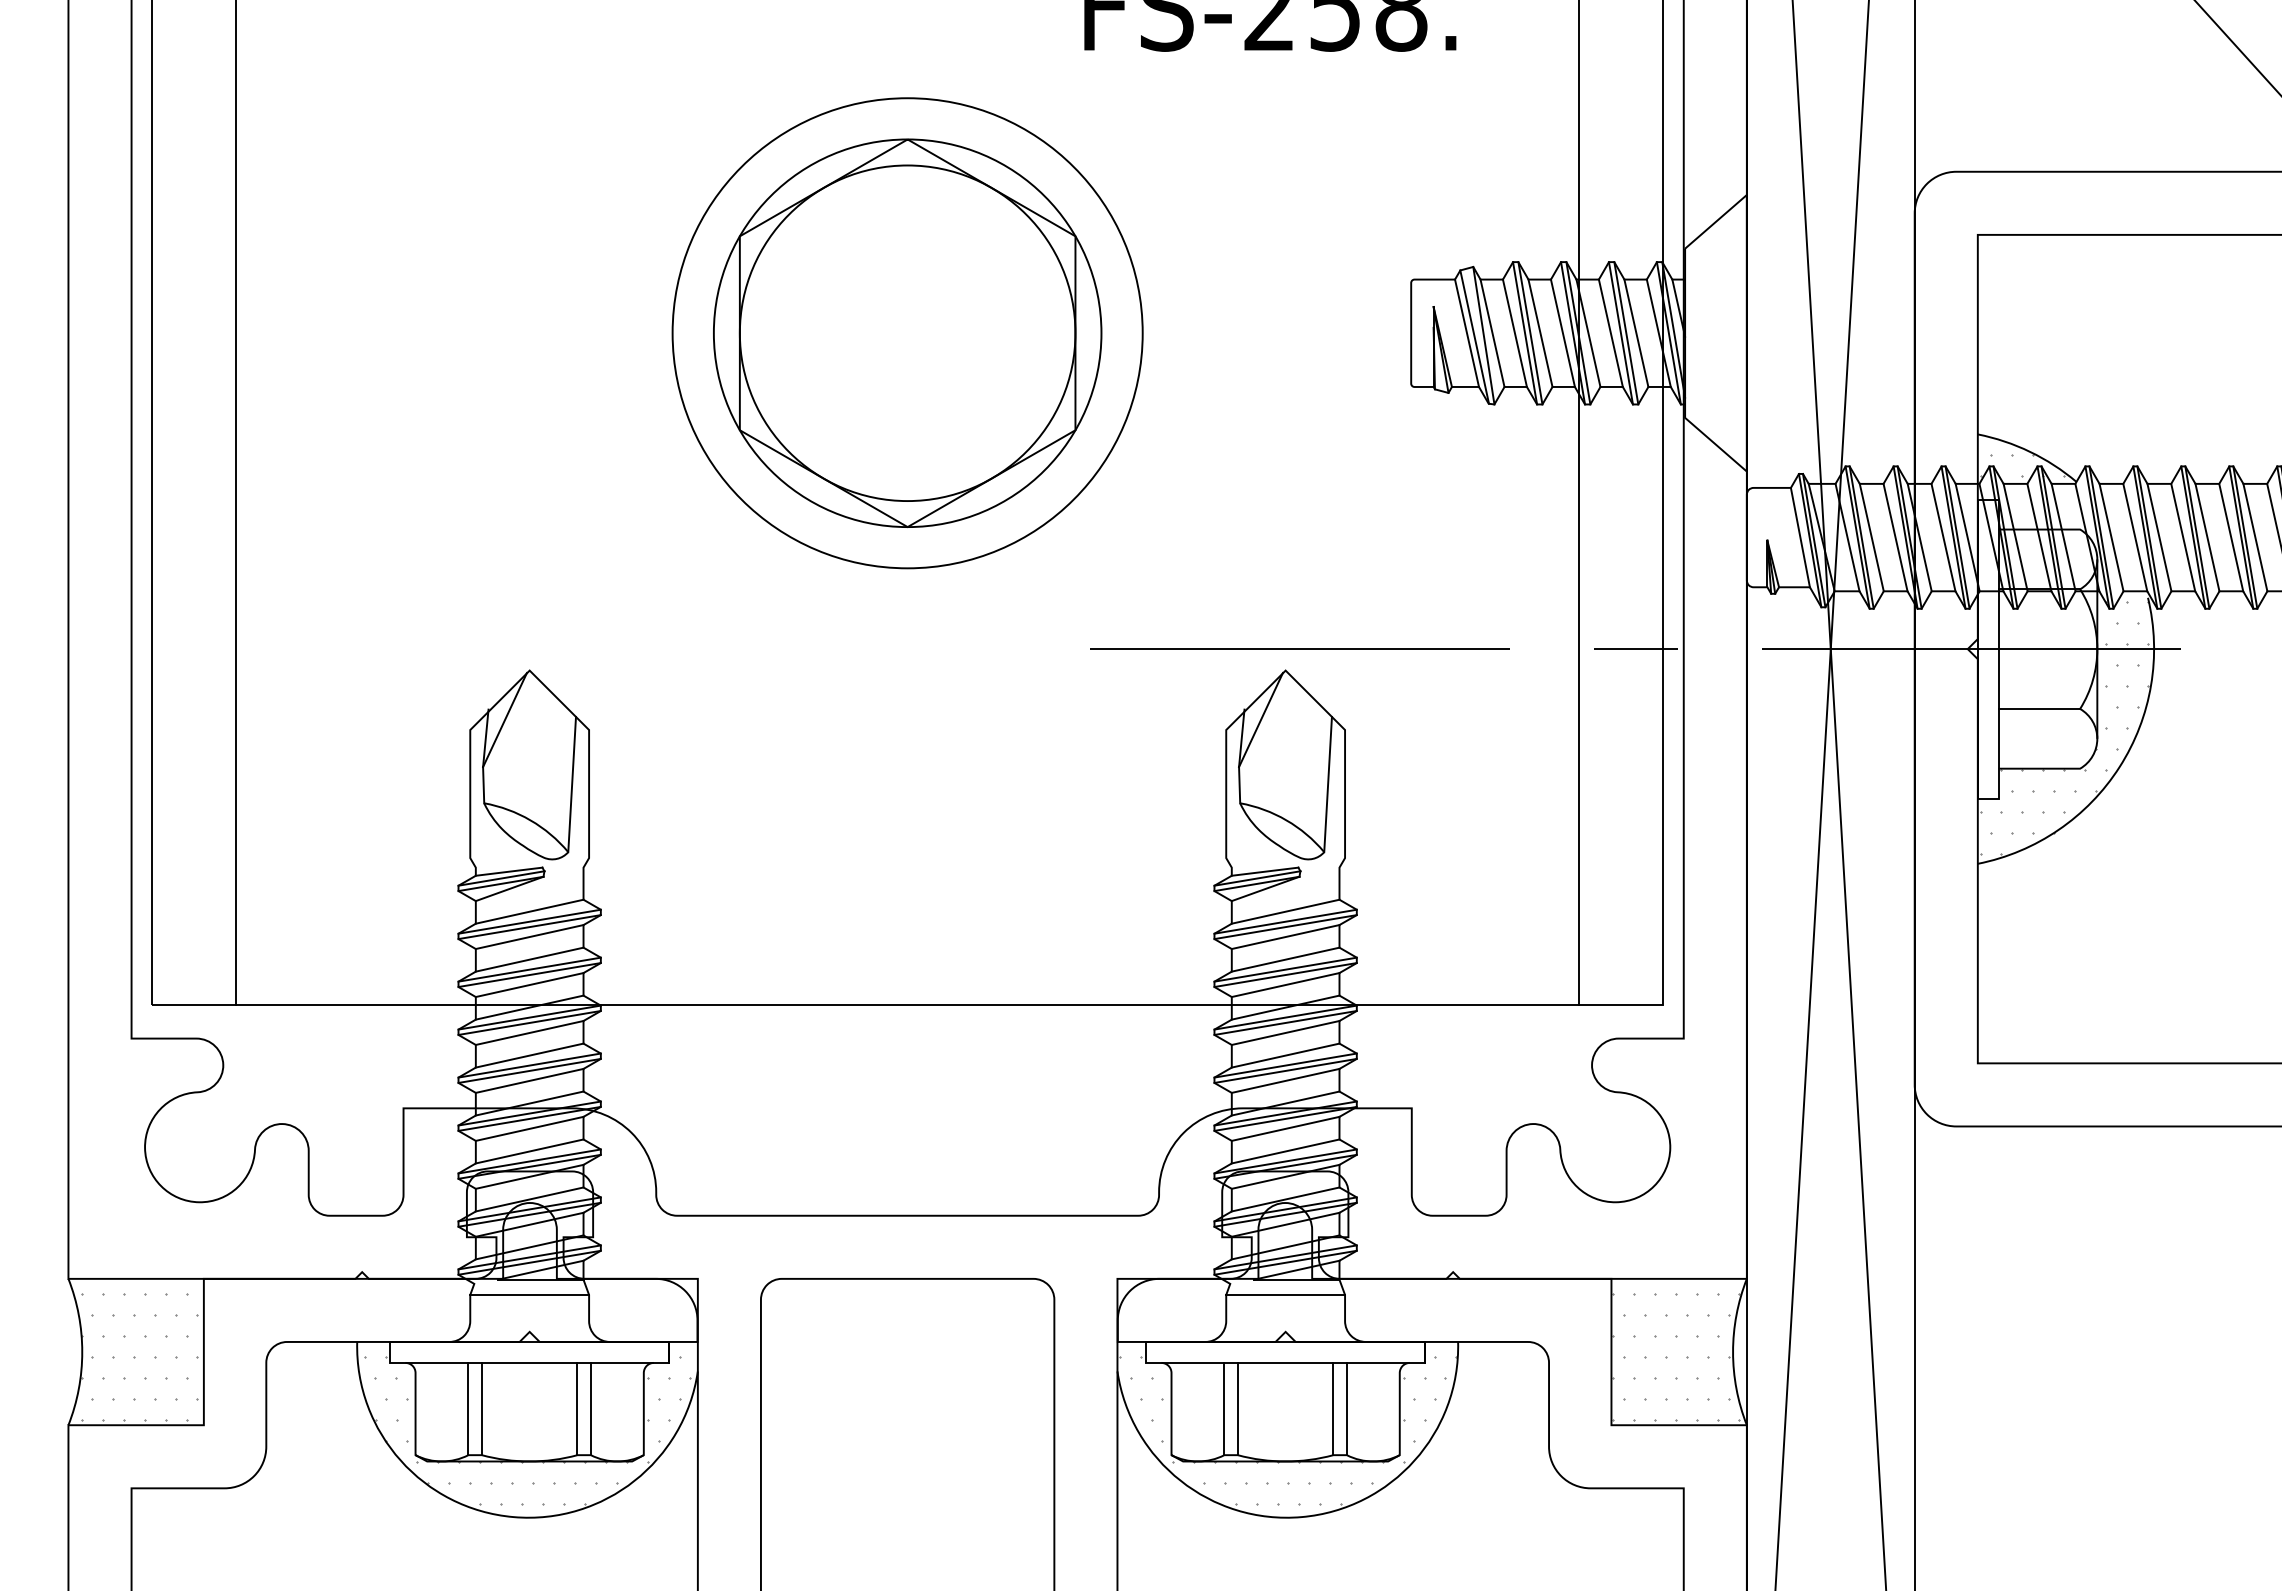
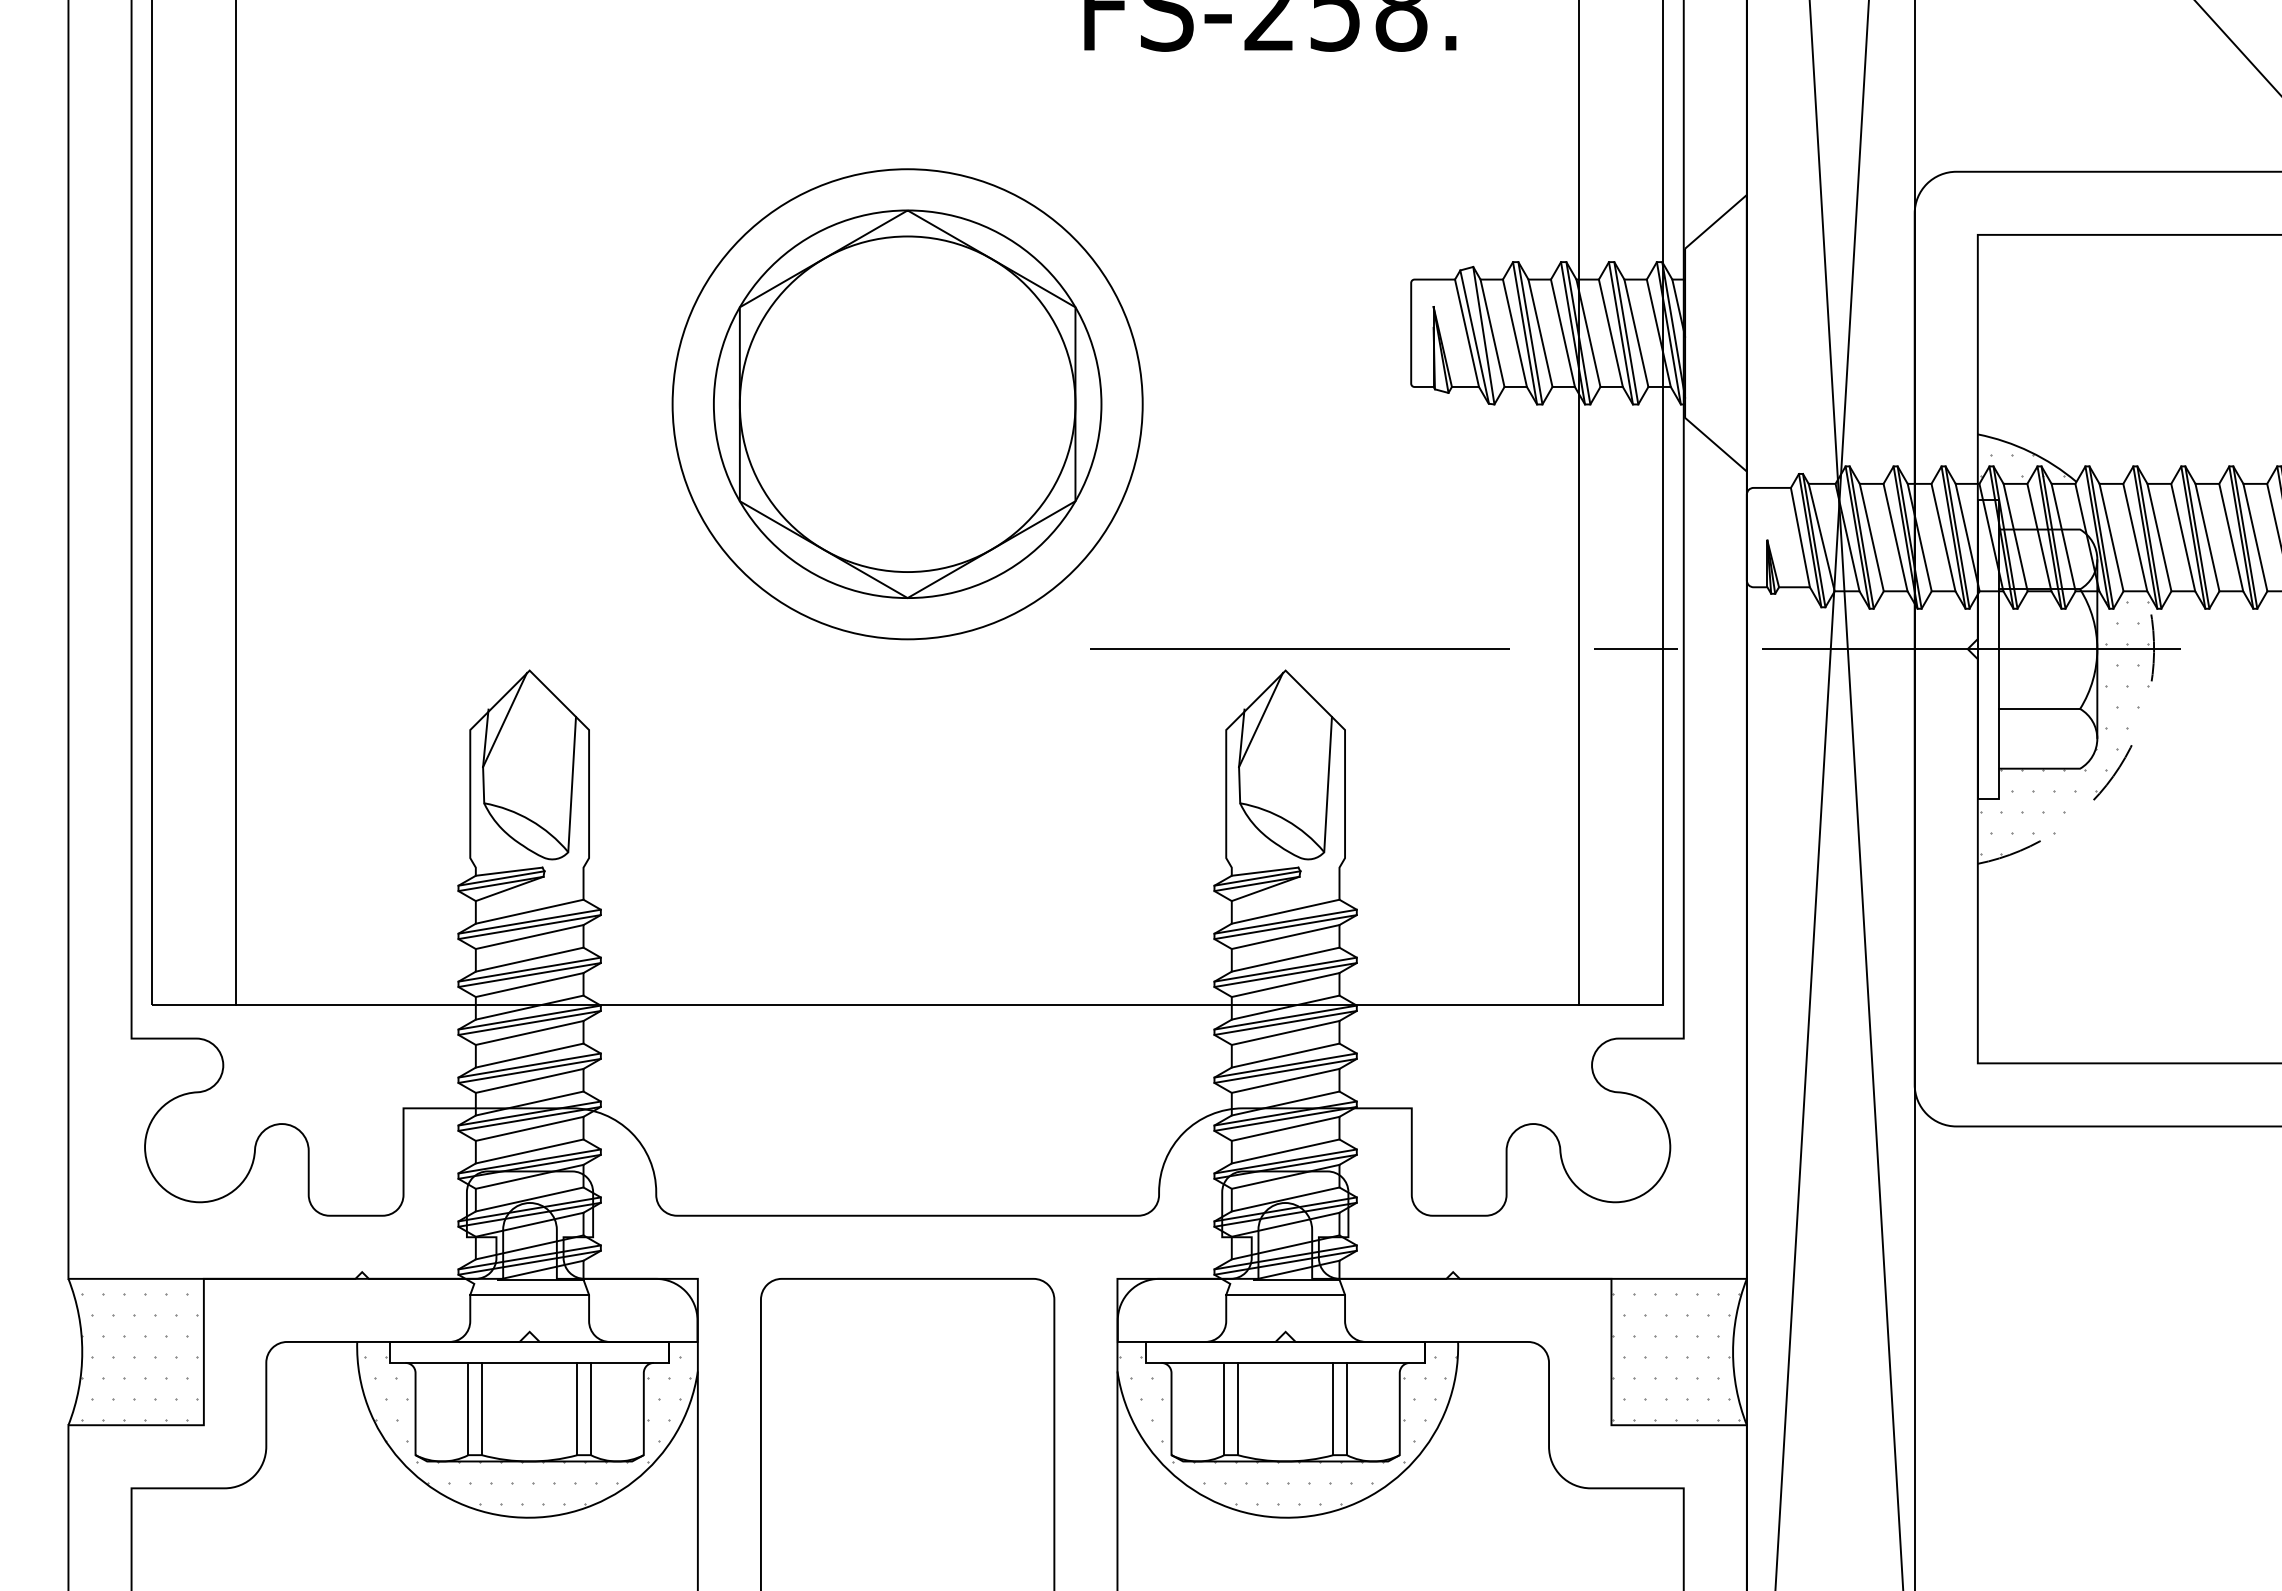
part at (907, 333) position: (907, 333) -> (907, 404)
arc at (2119, 767): solid -> dashed
line at (1839, 794) position: (1839, 794) -> (1856, 794)
